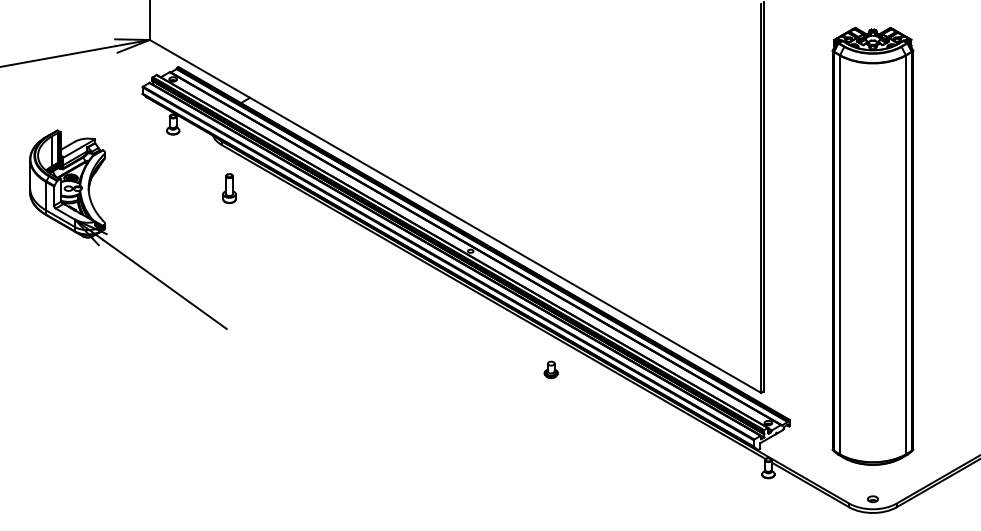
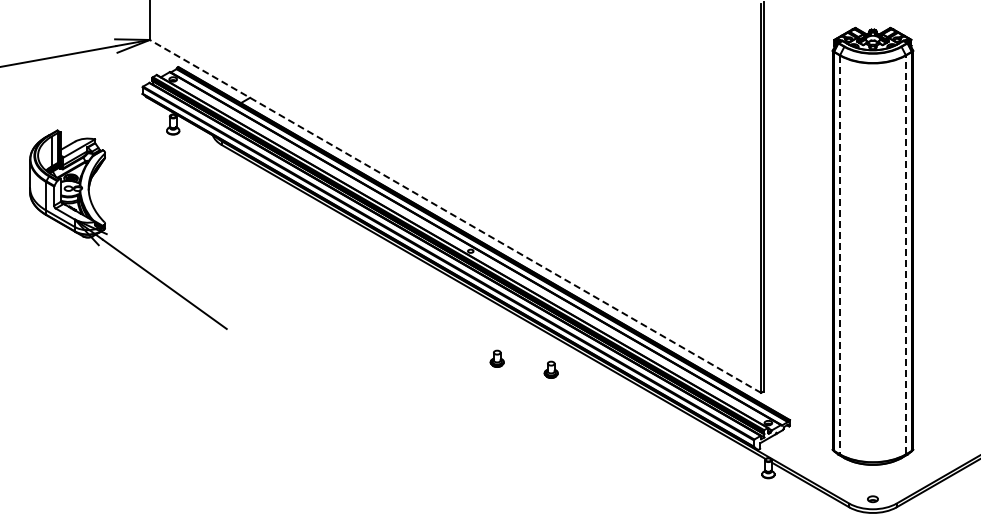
part at (229, 188): present -> none
line at (455, 216): solid -> dashed
line at (905, 254): solid -> dashed
line at (839, 255): solid -> dashed
part at (496, 358): none -> present
